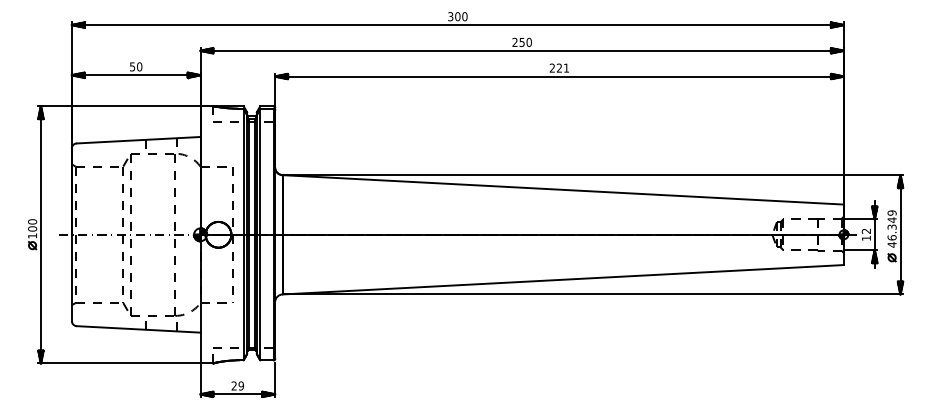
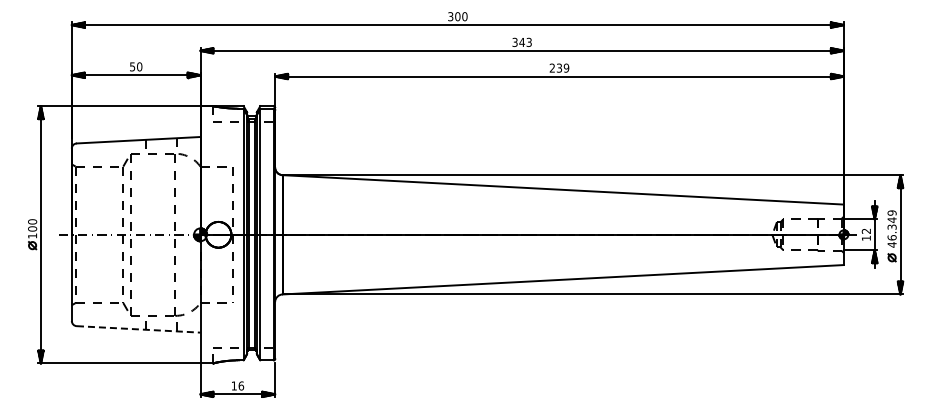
text at (521, 42): 250 -> 343
text at (562, 67): 221 -> 239
line at (138, 329): solid -> dashed
text at (237, 385): 29 -> 16
